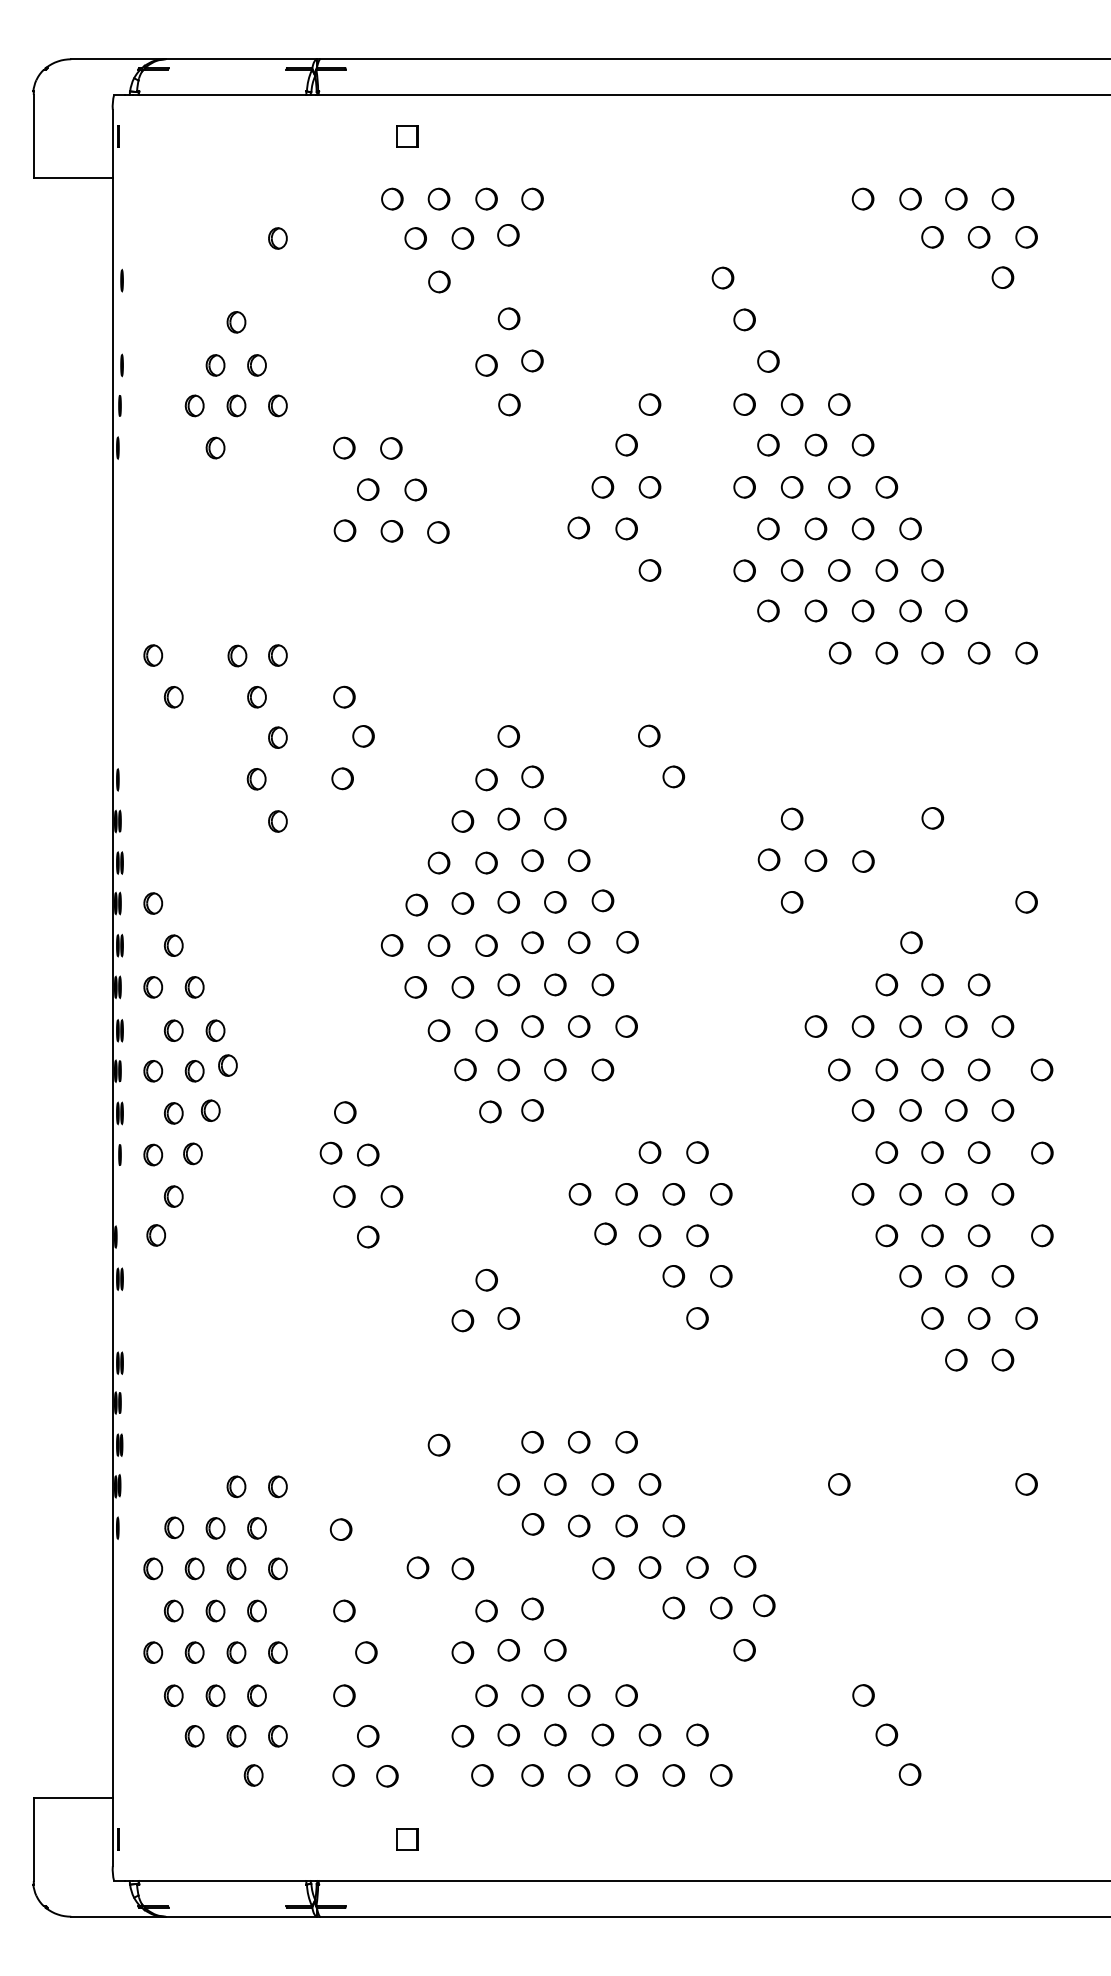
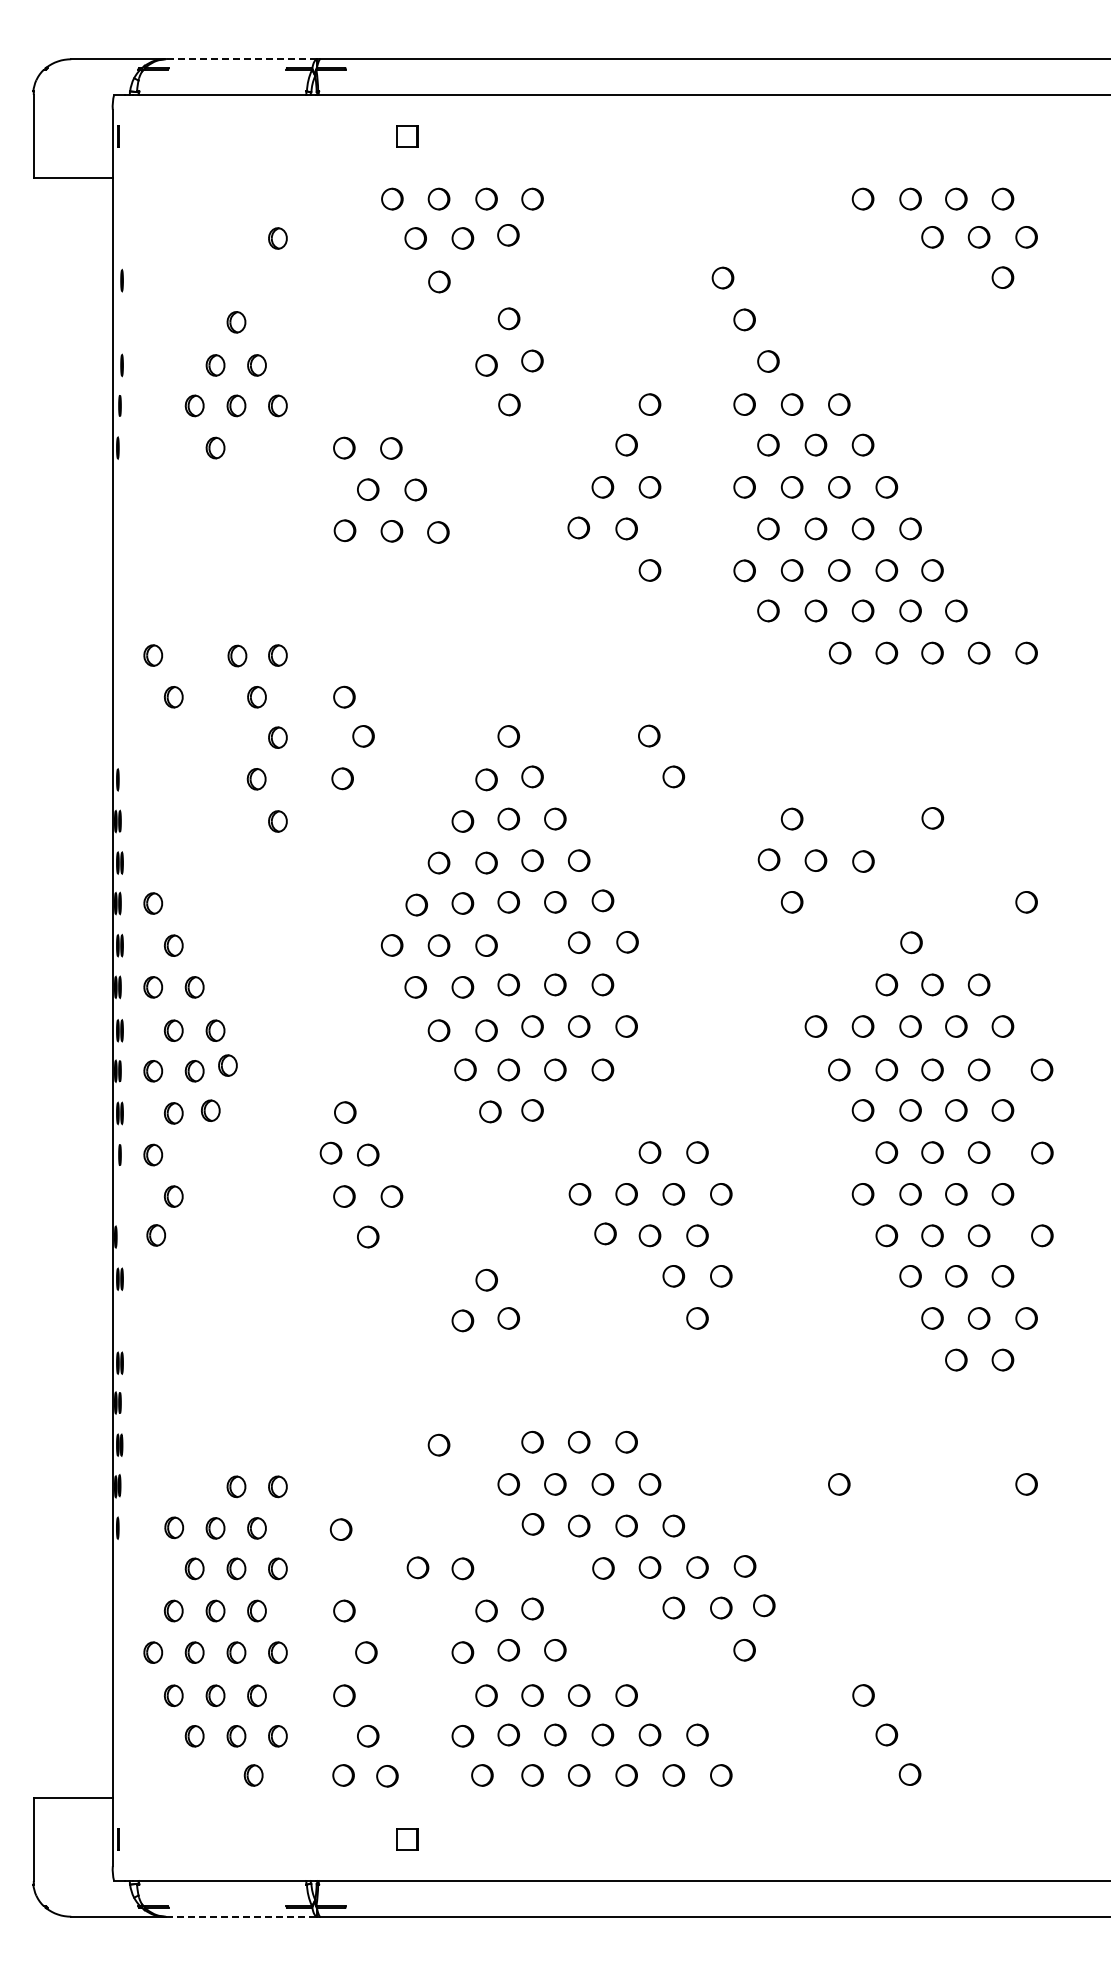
line at (241, 59): solid -> dashed
part at (532, 942): present -> none
part at (192, 1153): present -> none
part at (153, 1568): present -> none
line at (241, 1916): solid -> dashed
